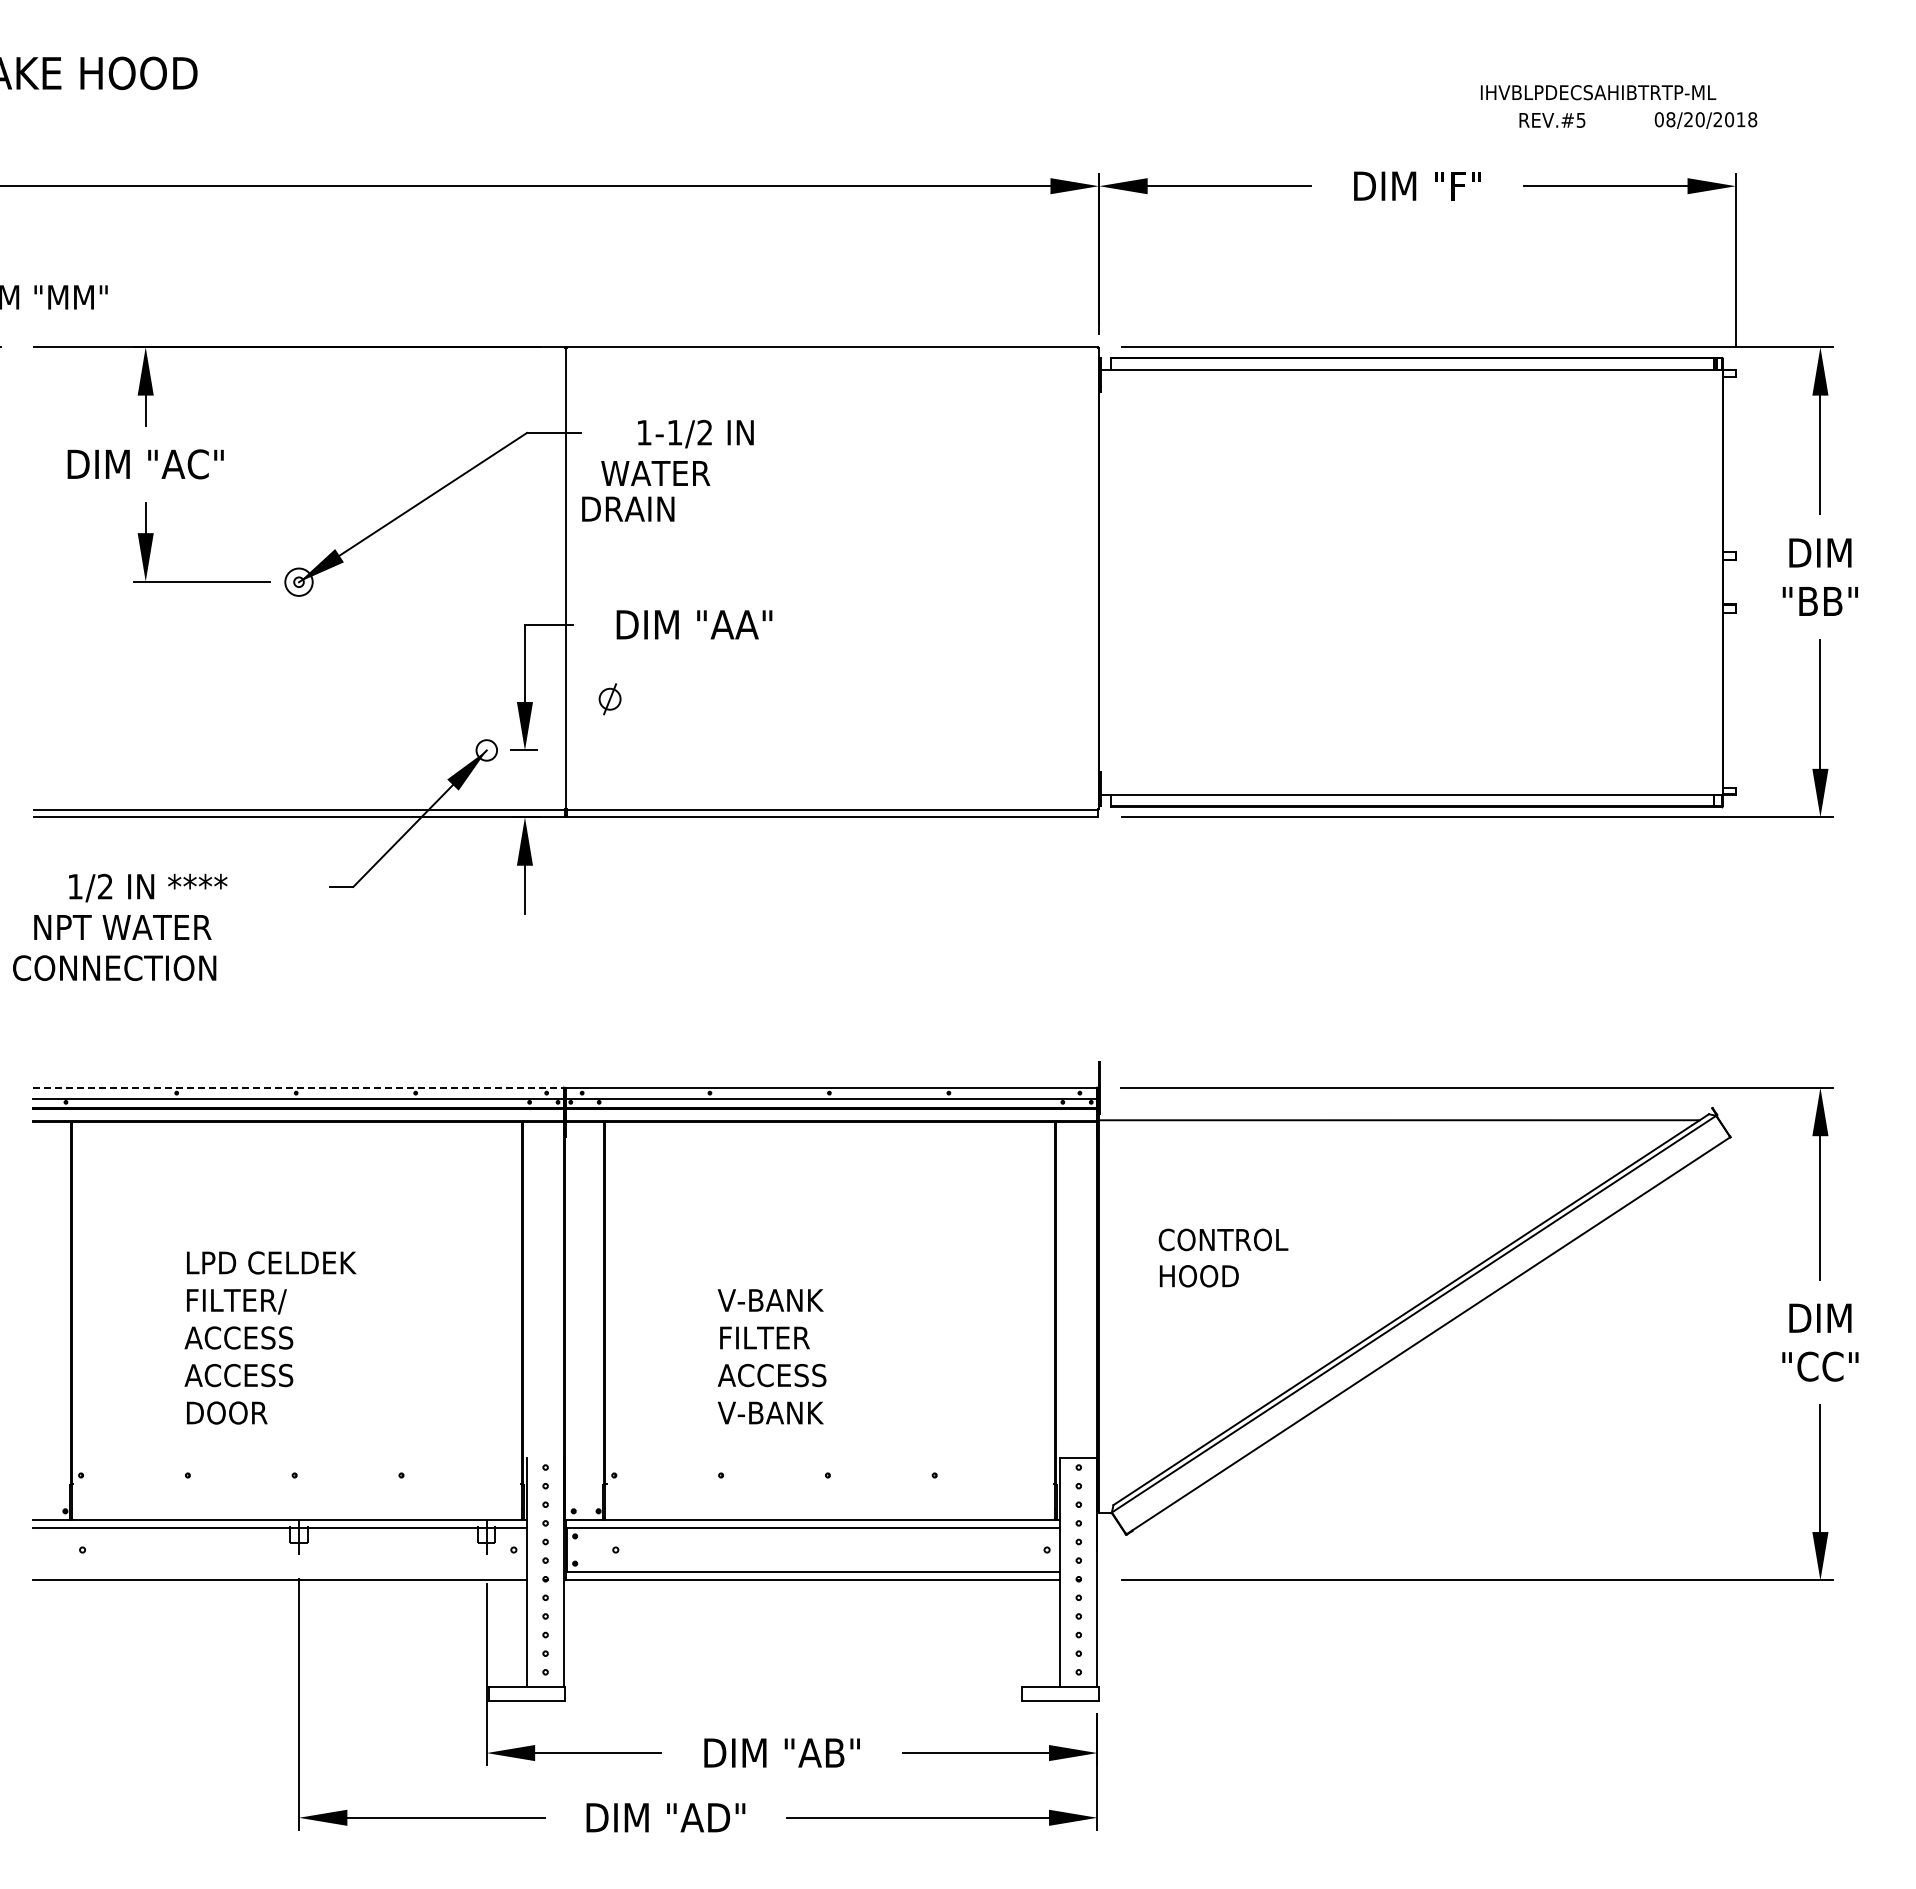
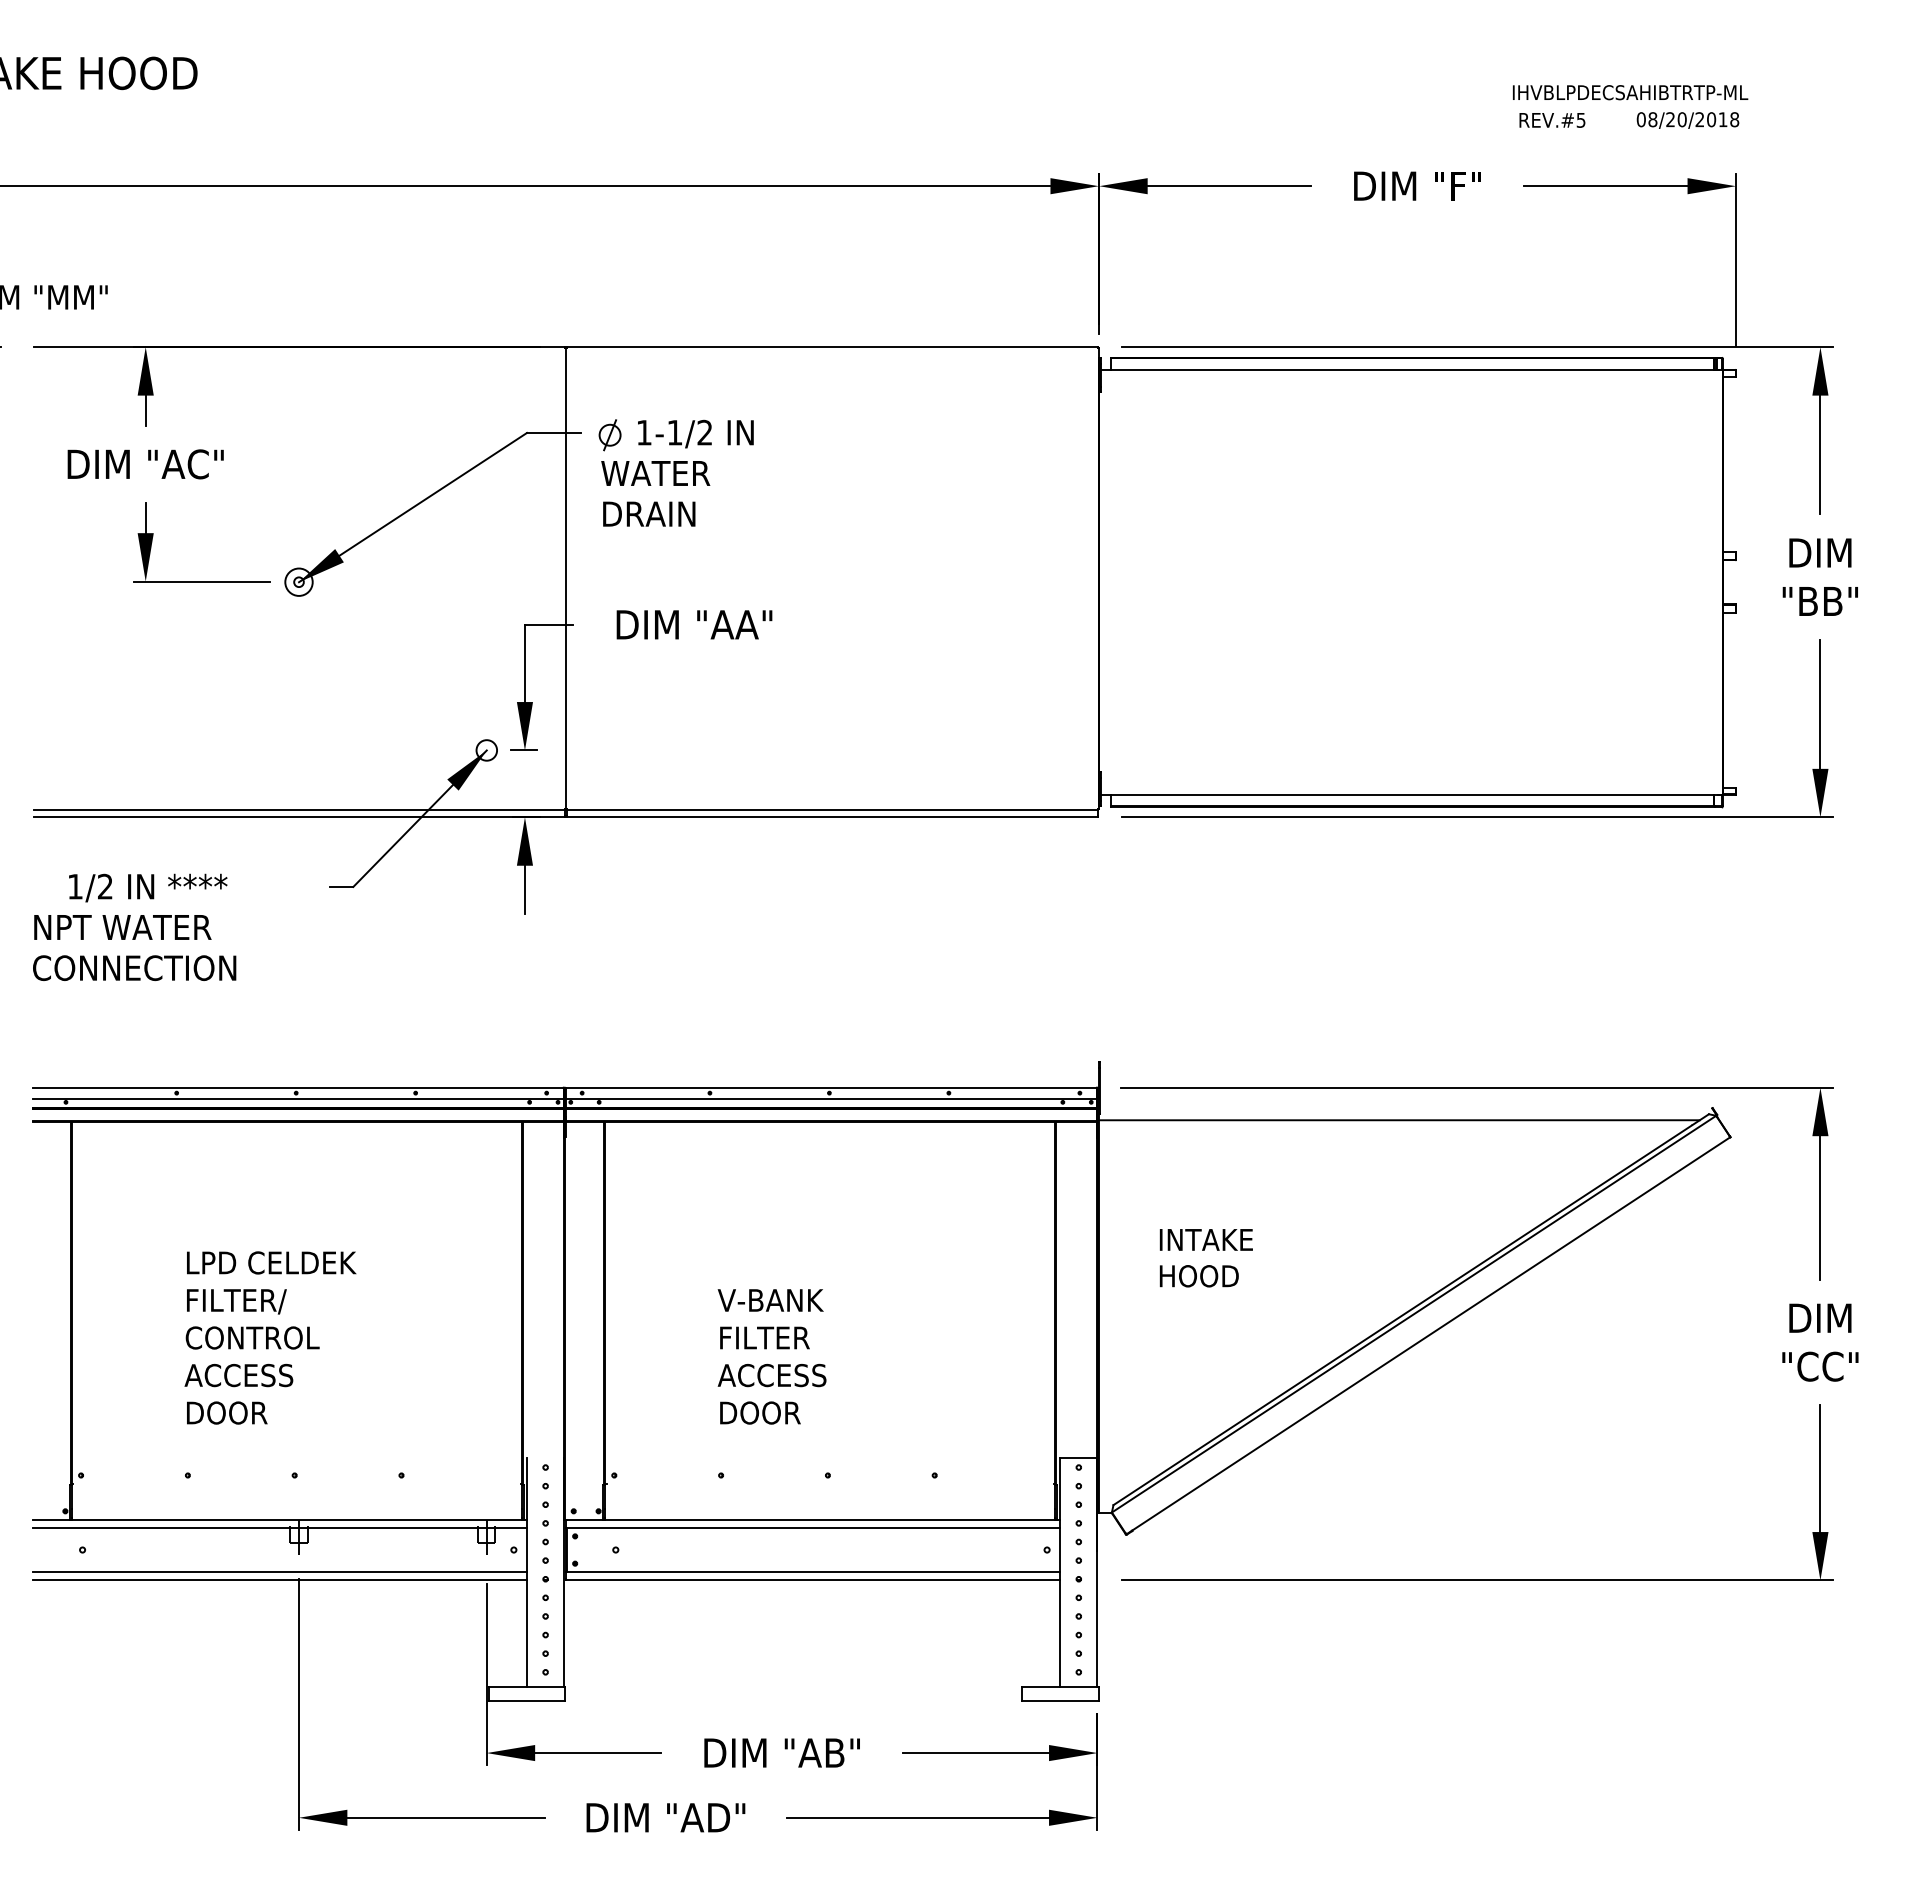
text at (1598, 92) position: (1598, 92) -> (1630, 92)
text at (1705, 120) position: (1705, 120) -> (1687, 120)
text at (628, 508) position: (628, 508) -> (649, 513)
part at (609, 699) position: (609, 699) -> (609, 435)
text at (114, 967) position: (114, 967) -> (134, 967)
line at (298, 1087): dashed -> solid
text at (1223, 1239): CONTROL -> INTAKE
text at (251, 1337): ACCESS -> CONTROL
text at (770, 1412): V-BANK -> DOOR
line at (279, 1572): none -> present
